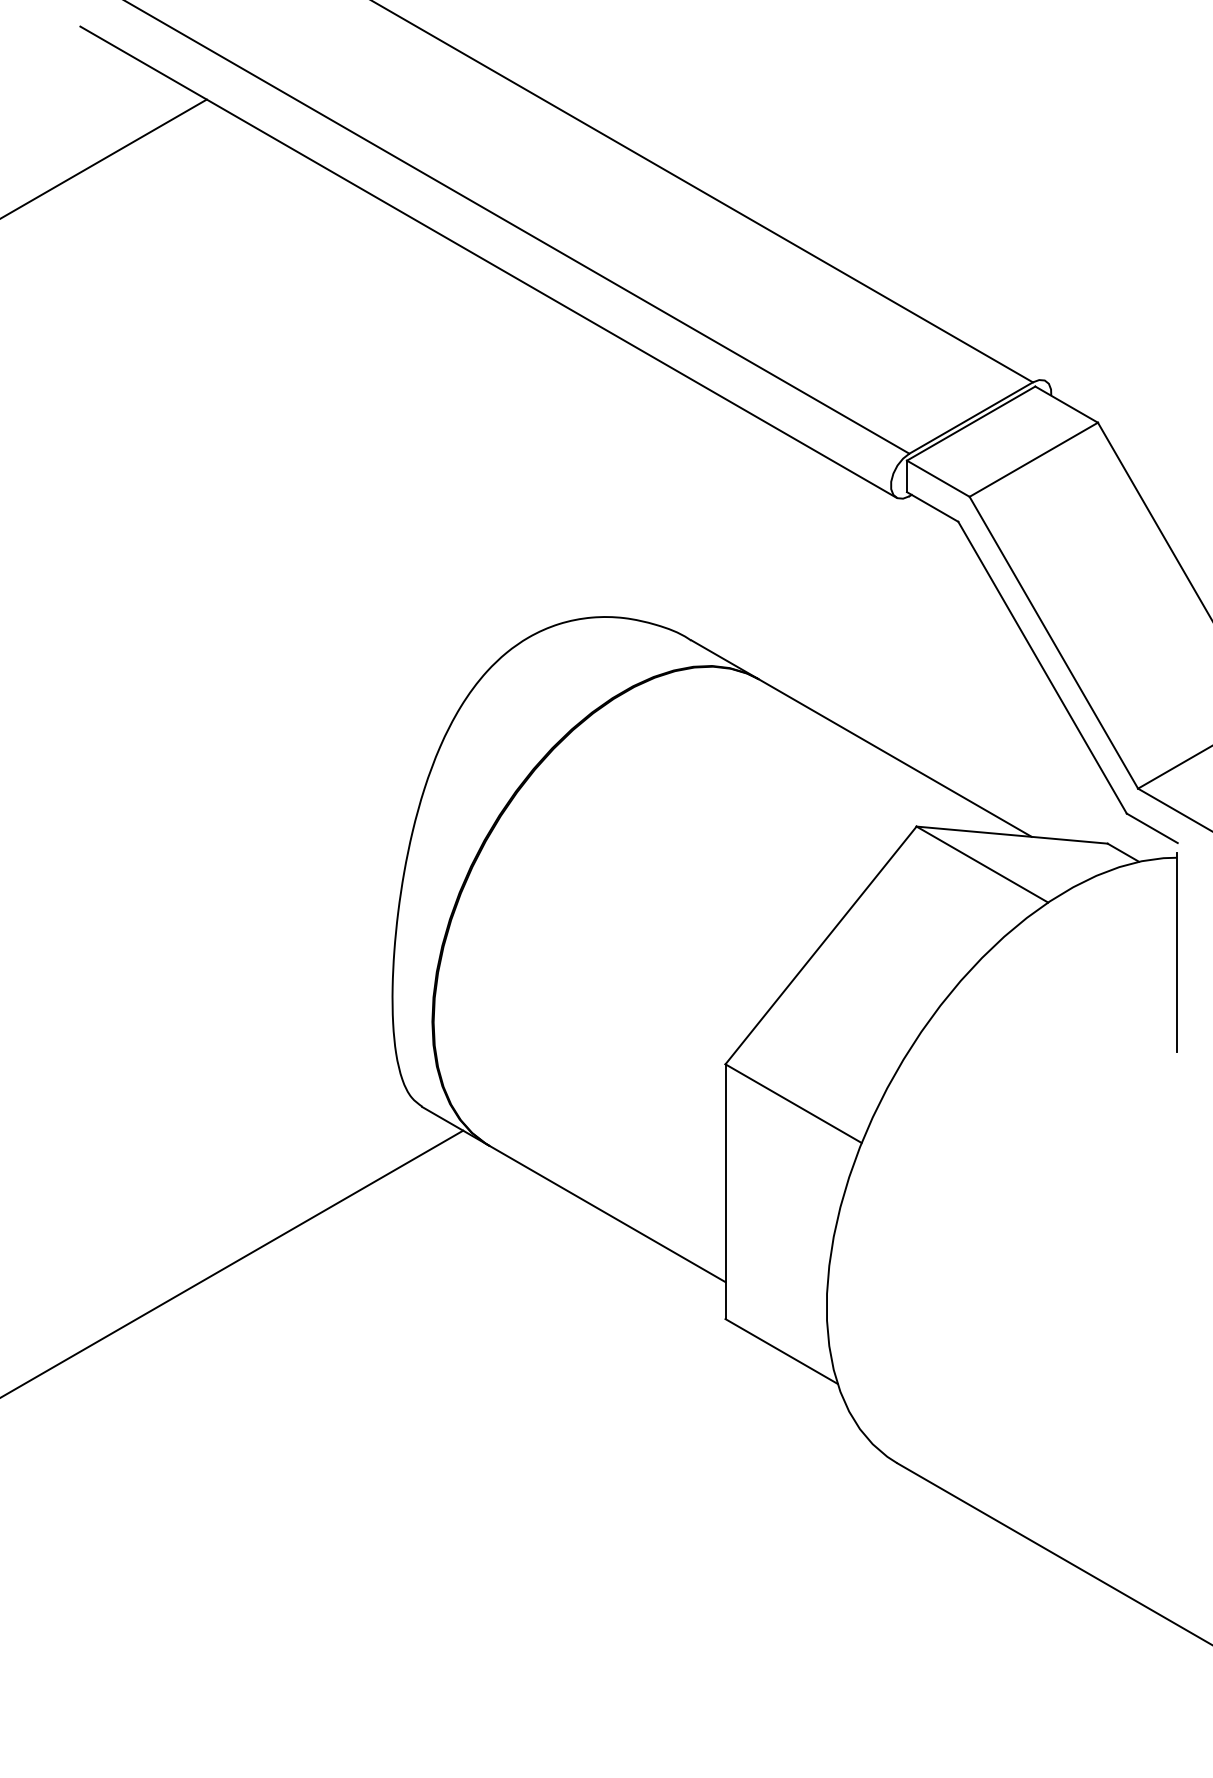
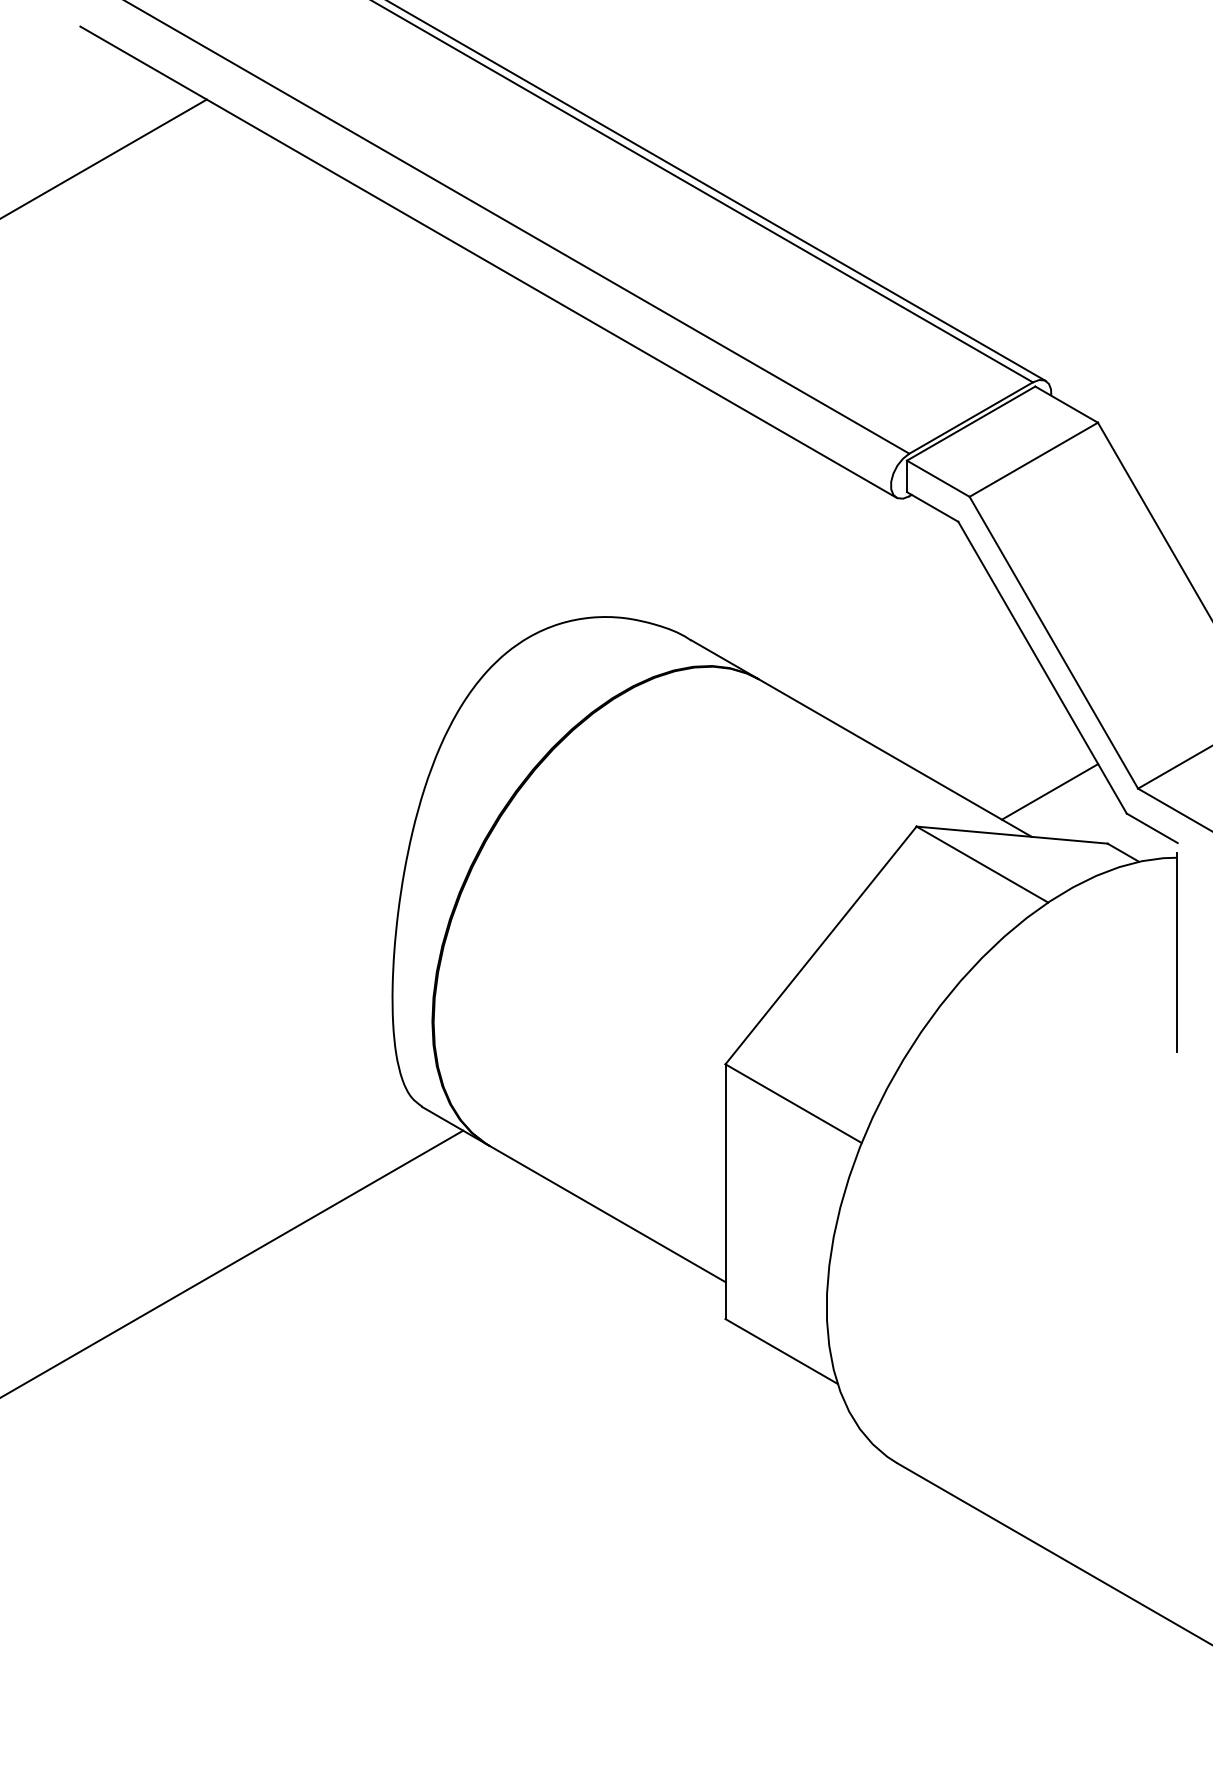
line at (717, 191): none -> present
line at (1049, 791): none -> present
